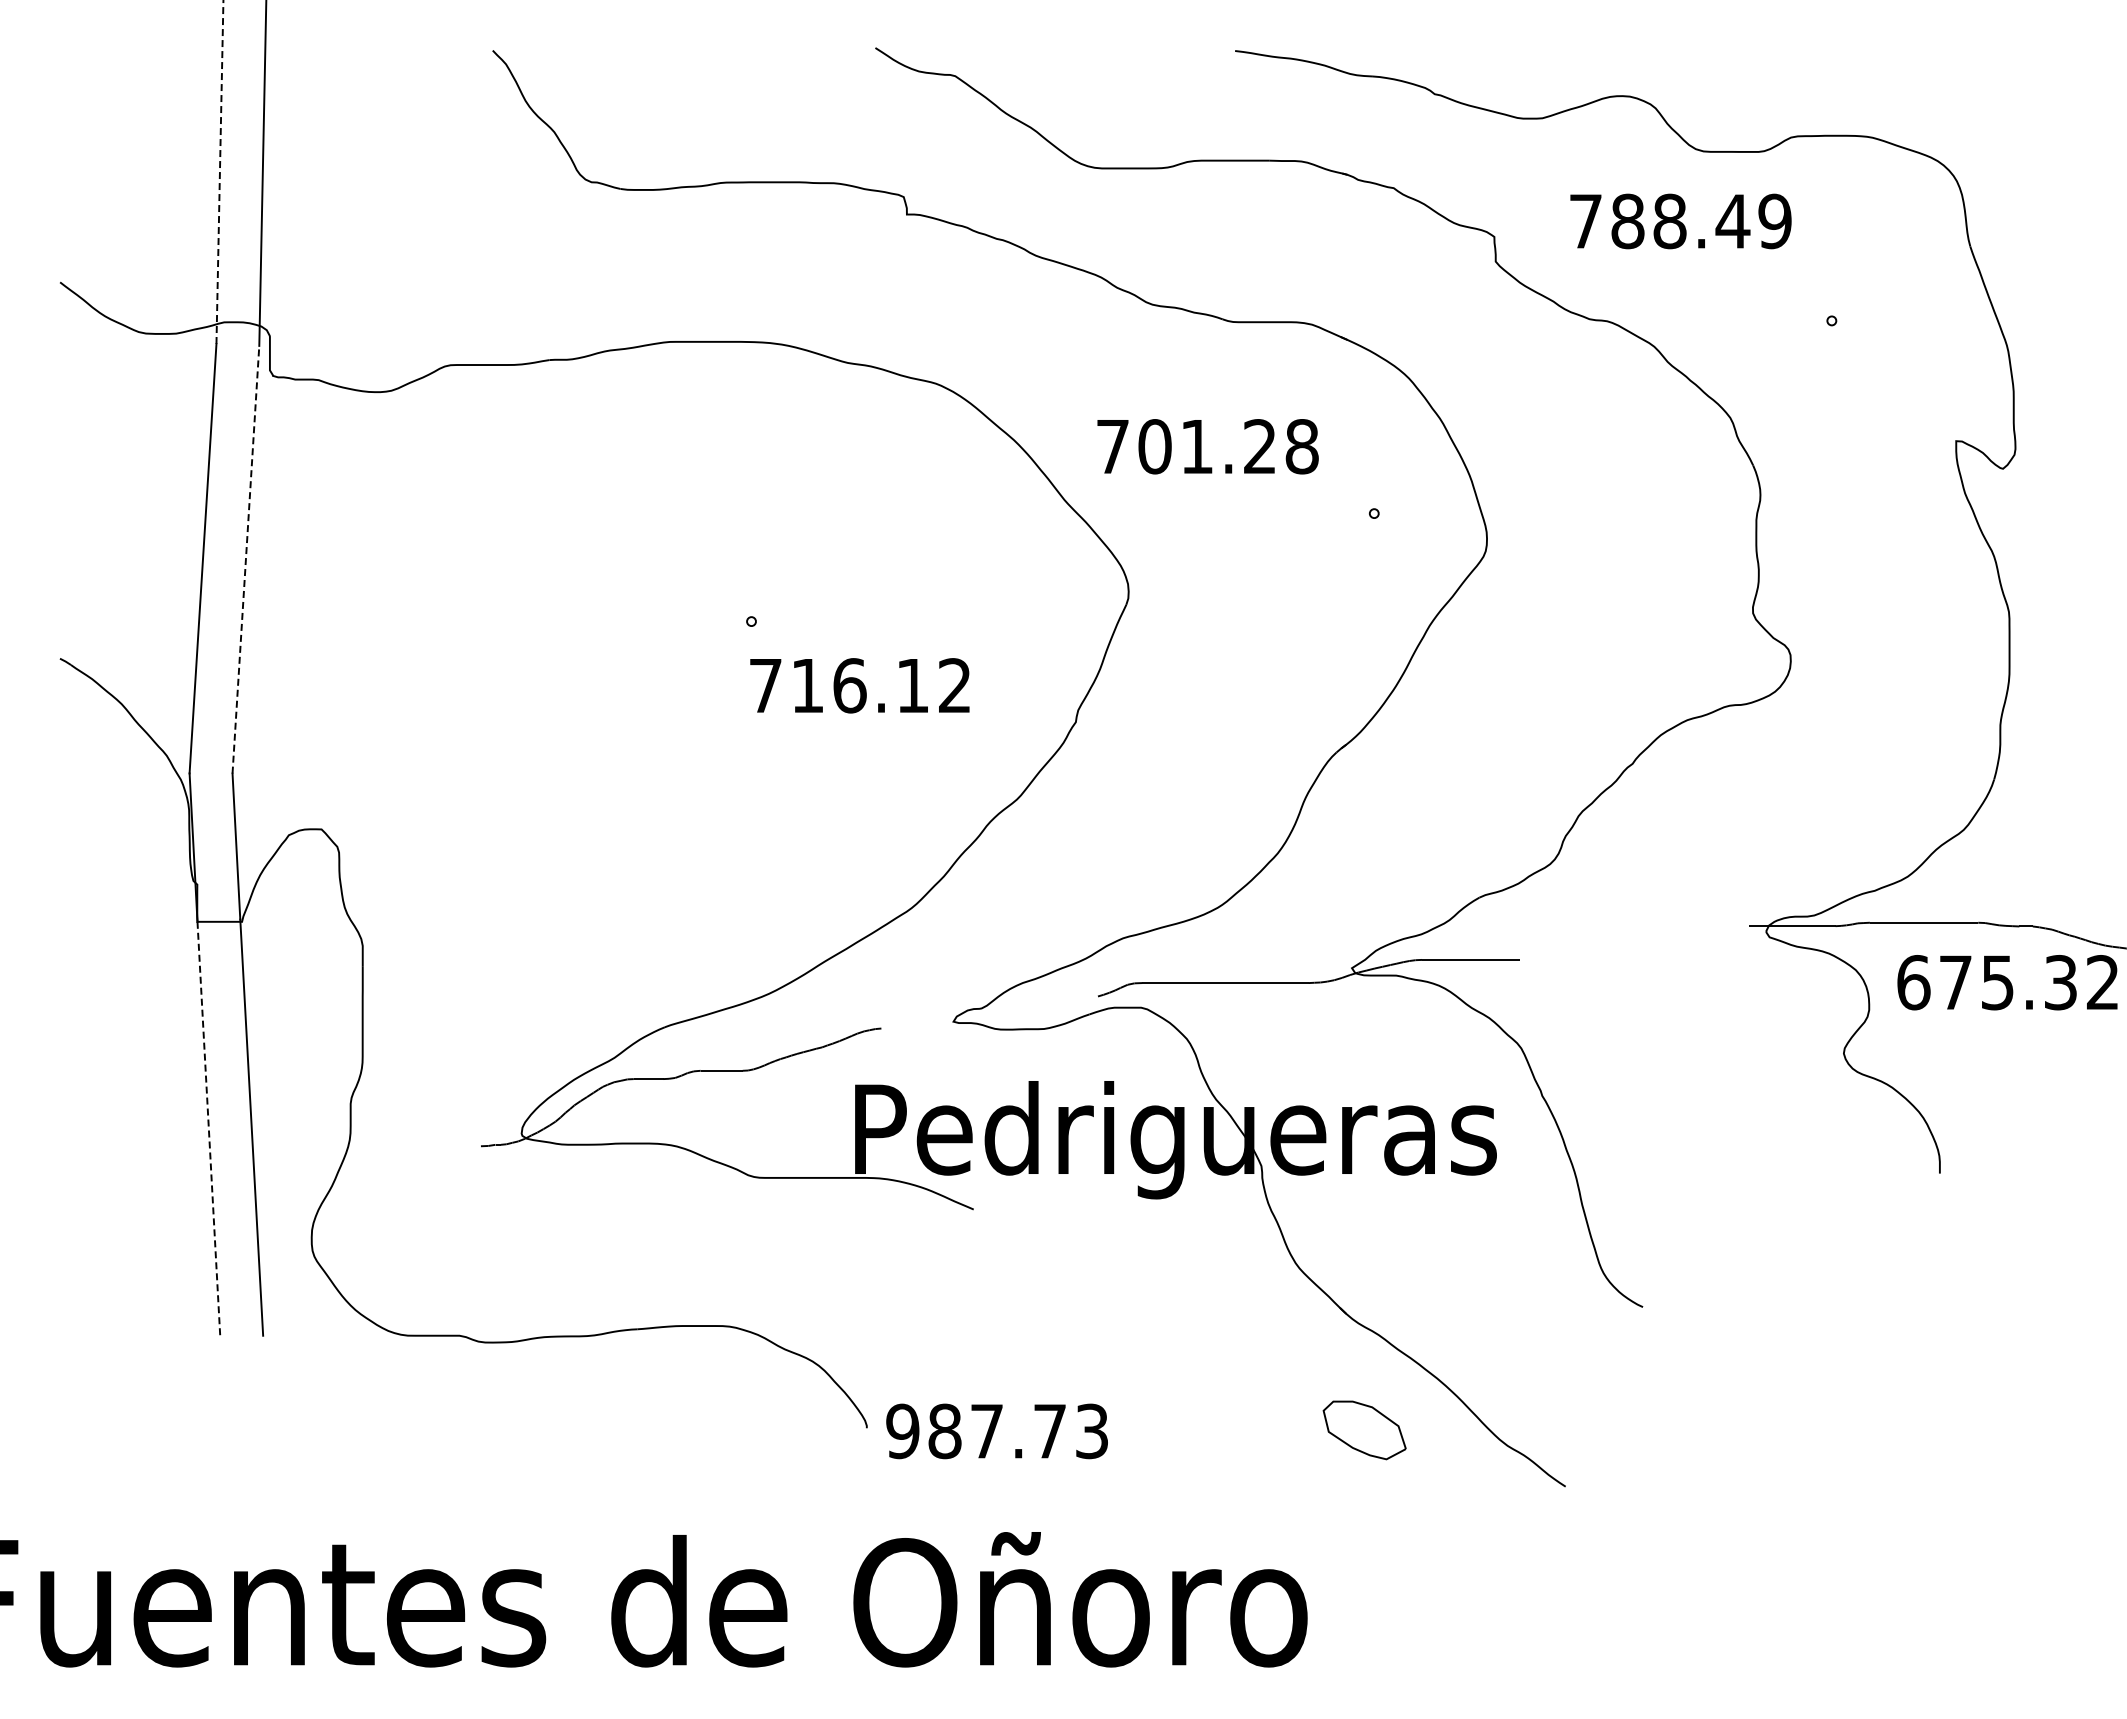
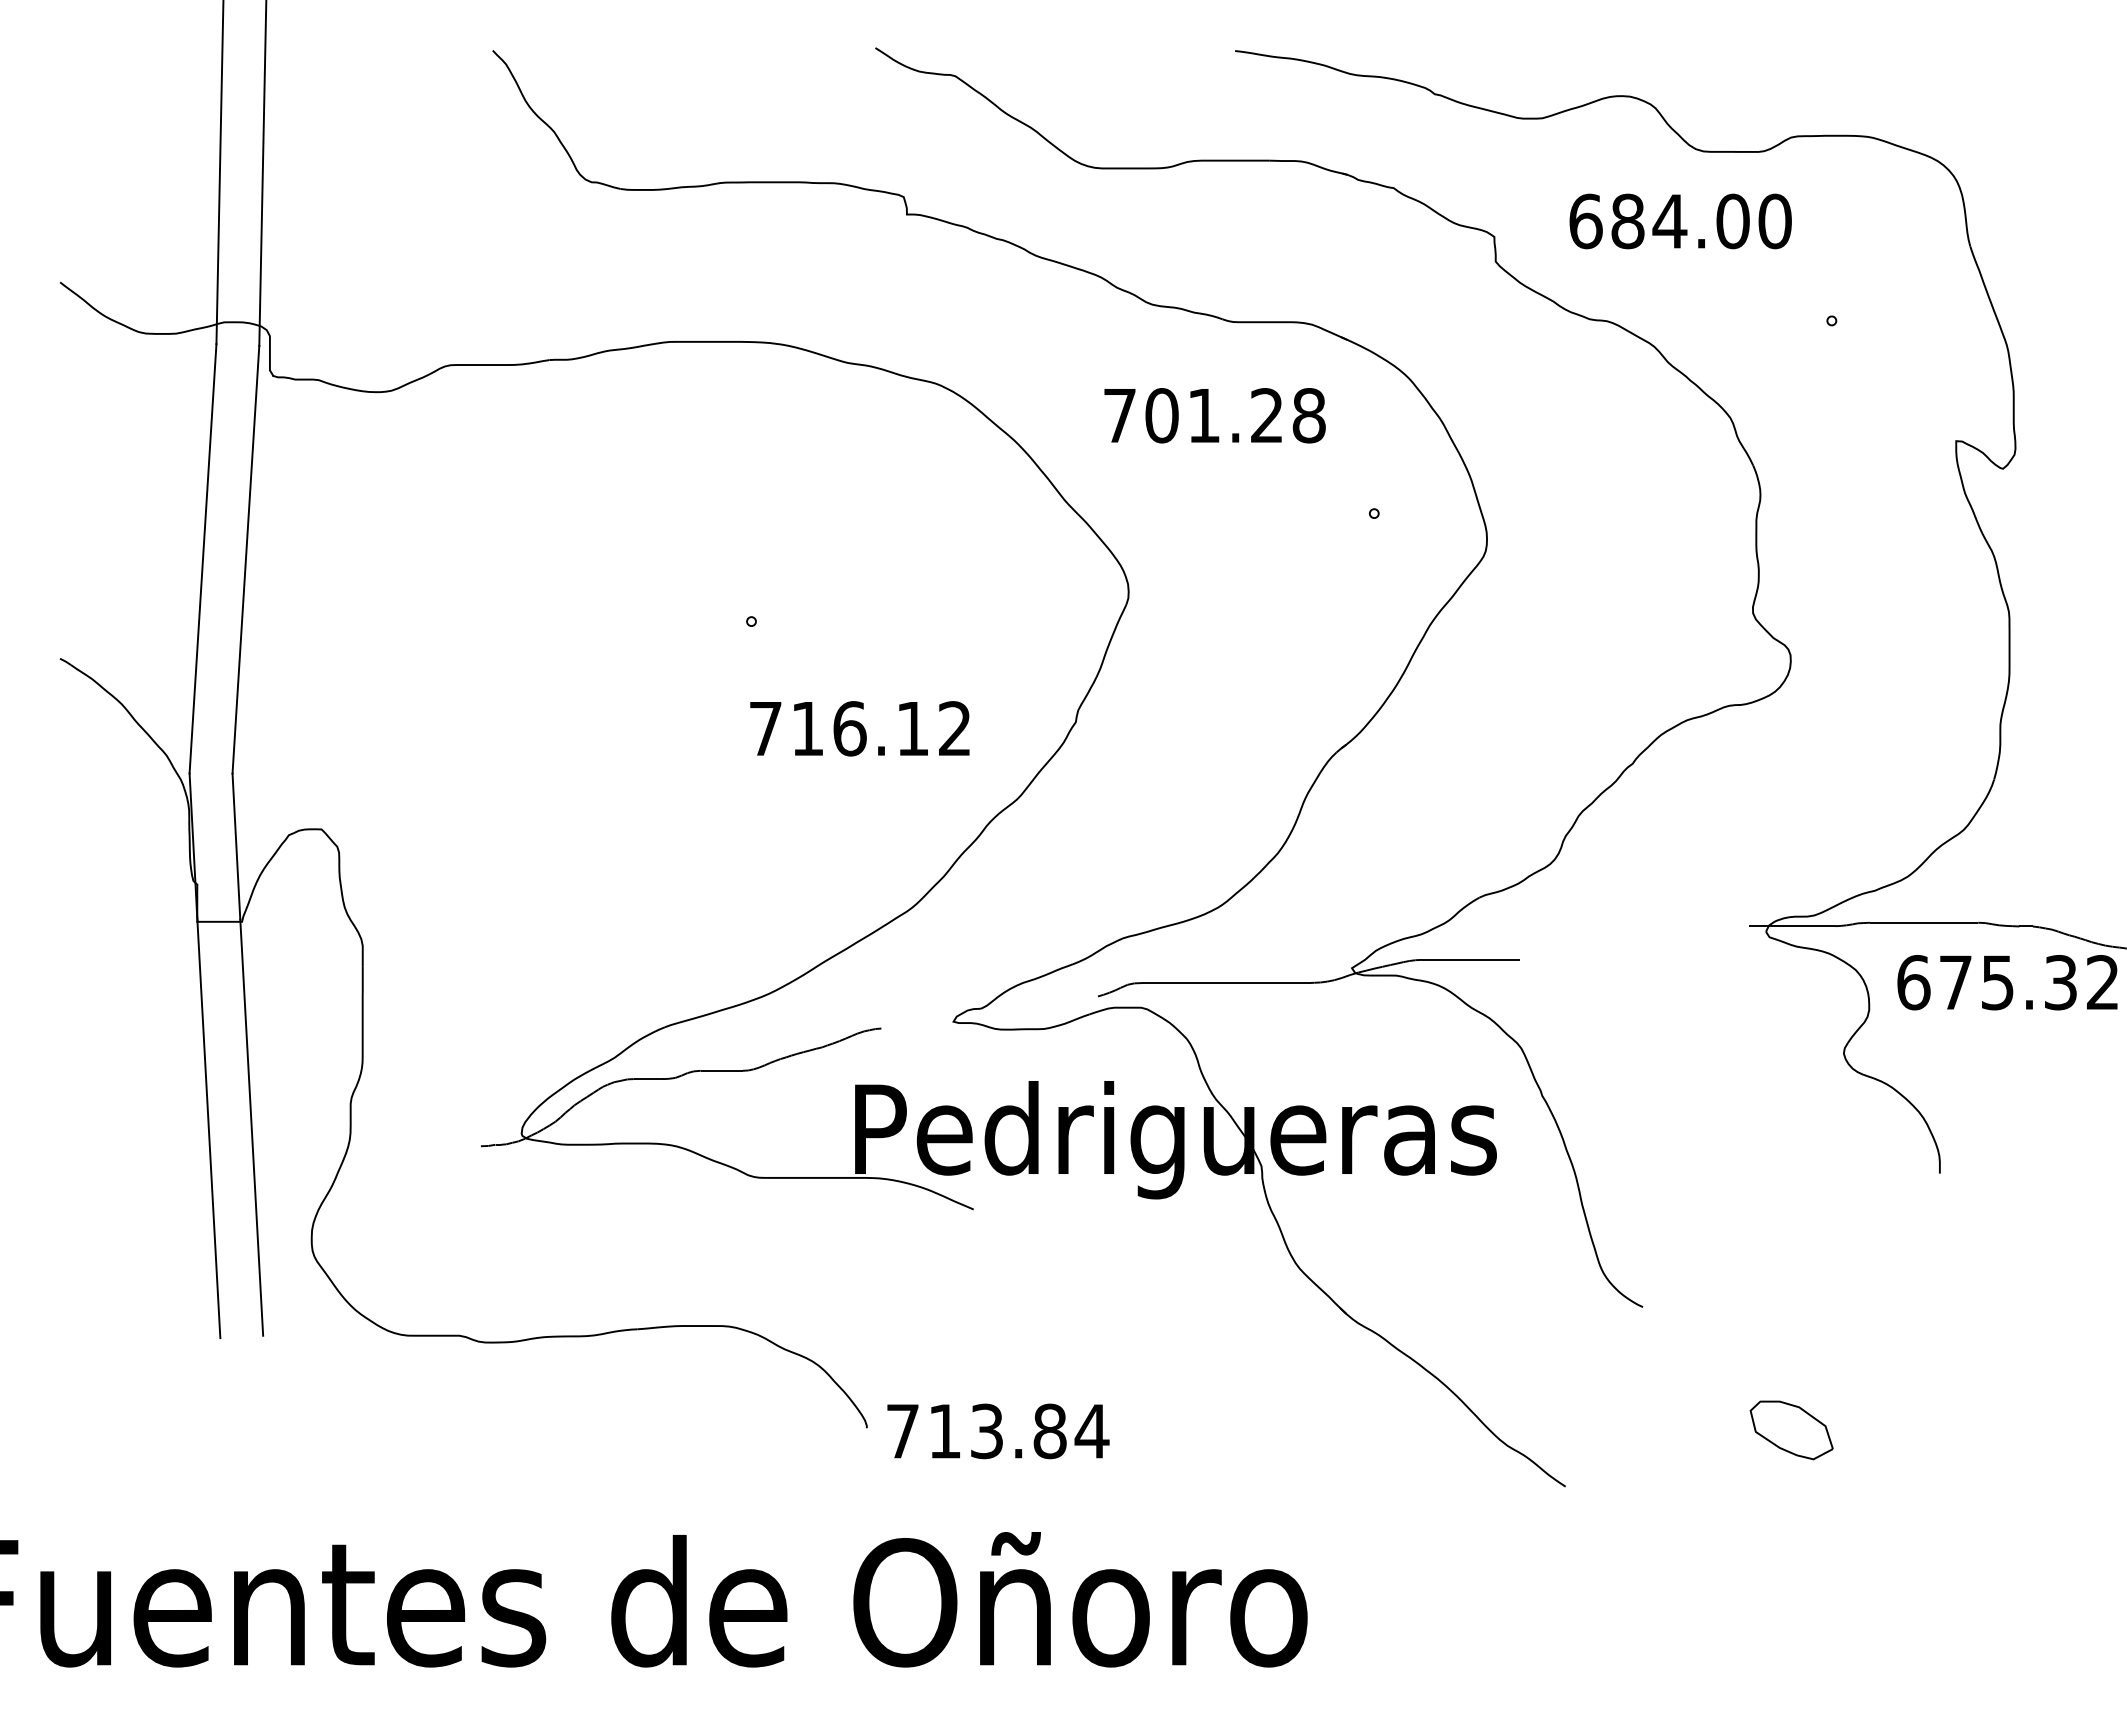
line at (219, 172): dashed -> solid
text at (1680, 221): 788.49 -> 684.00
text at (1207, 446) position: (1207, 446) -> (1214, 415)
line at (245, 559): dashed -> solid
text at (859, 685) position: (859, 685) -> (859, 728)
line at (208, 1130): dashed -> solid
part at (1364, 1430) position: (1364, 1430) -> (1791, 1430)
text at (997, 1431): 987.73 -> 713.84
